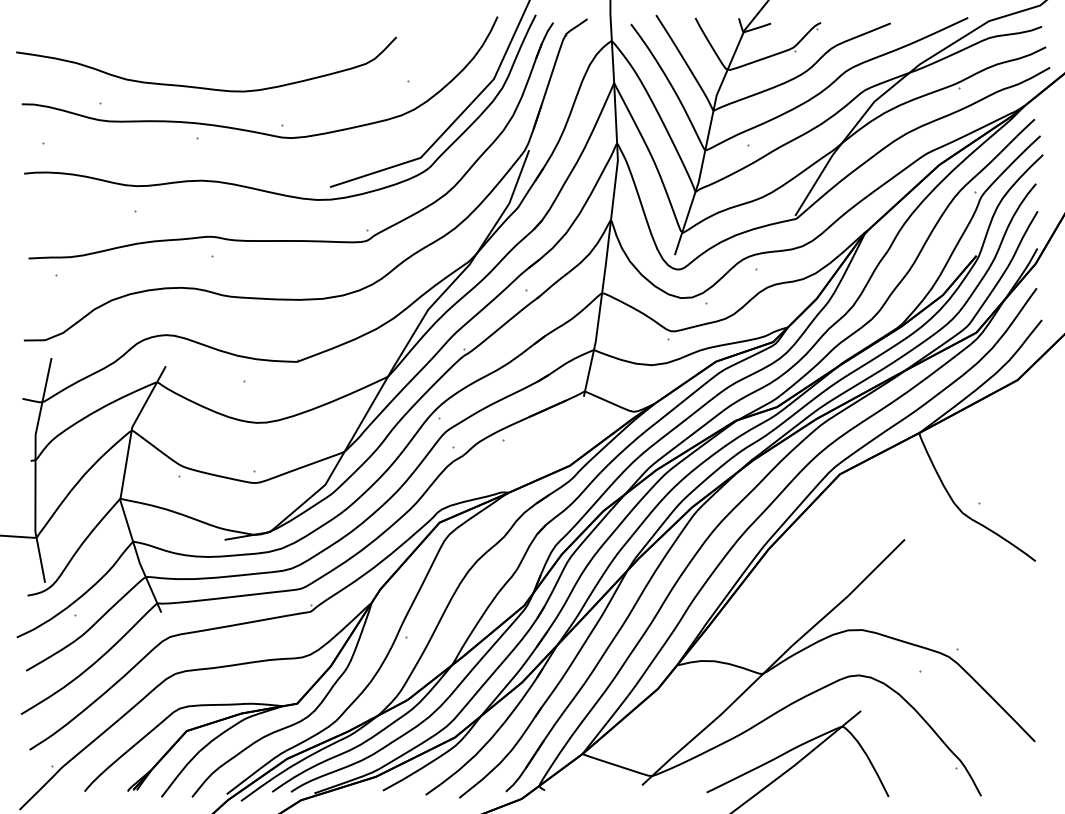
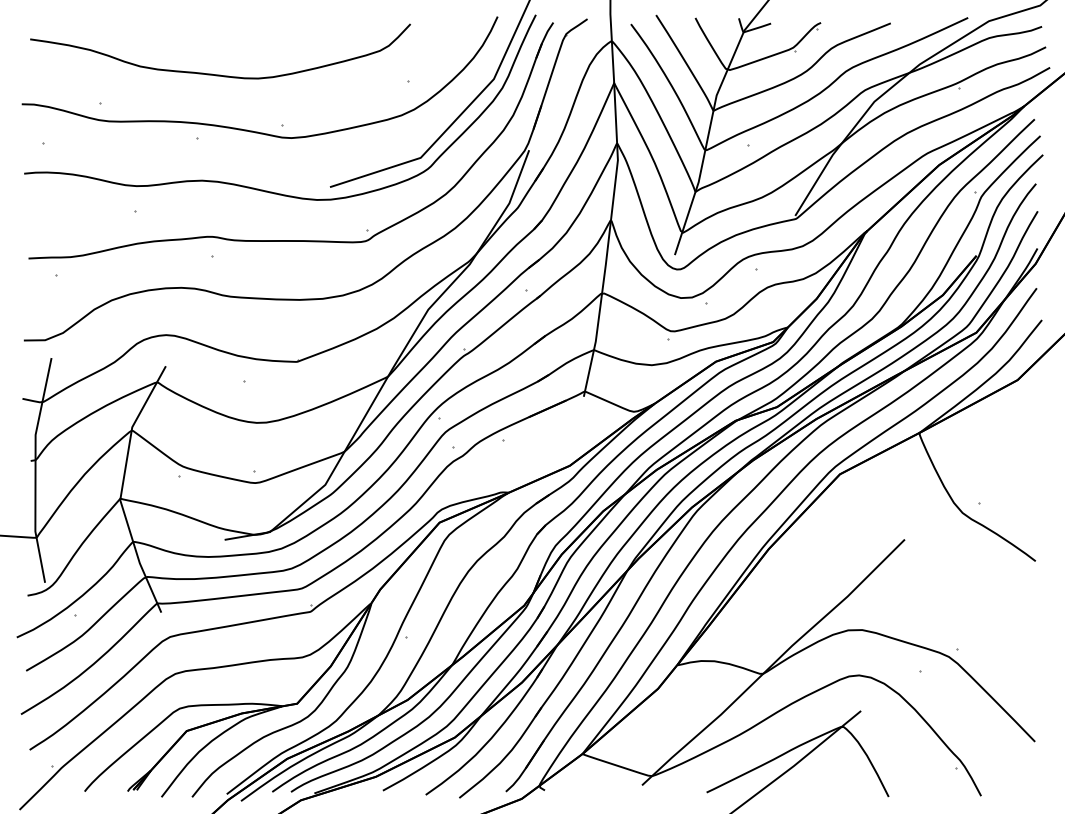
curve at (206, 87) position: (206, 87) -> (220, 74)
